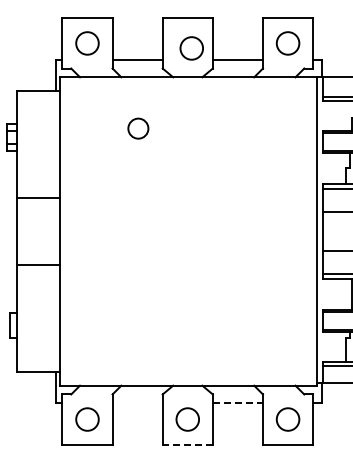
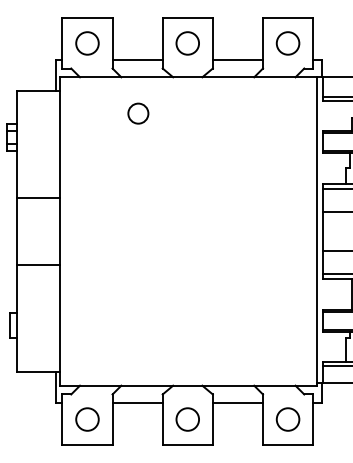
circle at (191, 48) position: (191, 48) -> (187, 43)
circle at (138, 128) position: (138, 128) -> (138, 113)
line at (137, 403): none -> present
line at (238, 403): dashed -> solid
line at (187, 444): dashed -> solid
